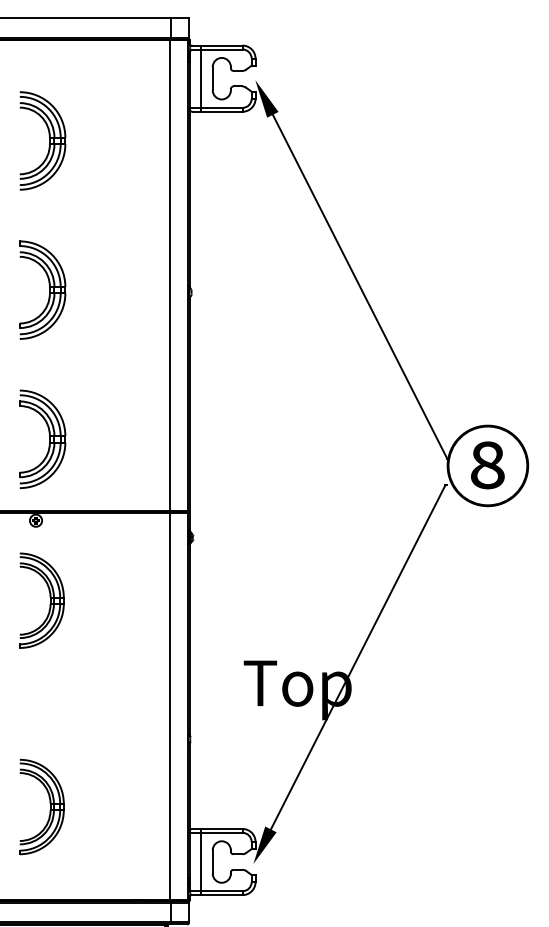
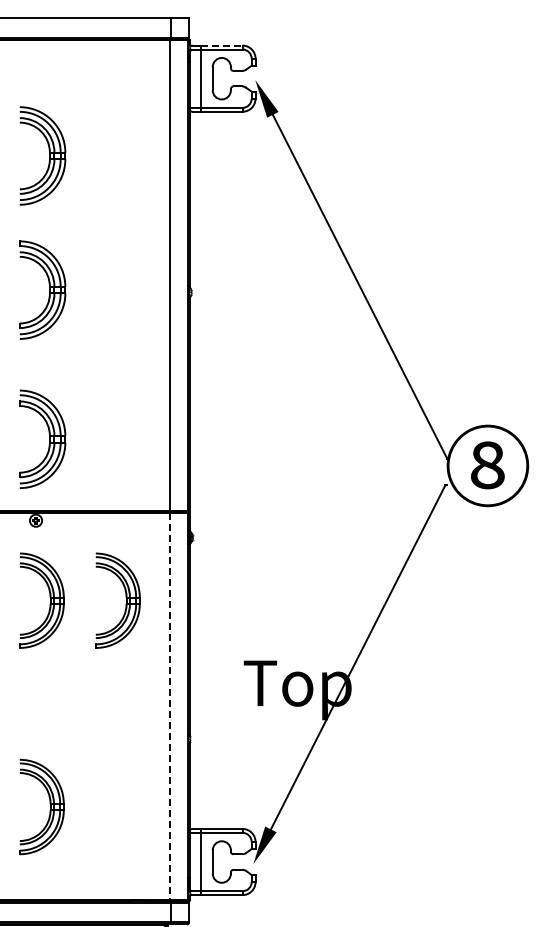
line at (221, 45): solid -> dashed
part at (49, 140) position: (49, 140) -> (49, 155)
part at (125, 597): none -> present
line at (169, 706): solid -> dashed
